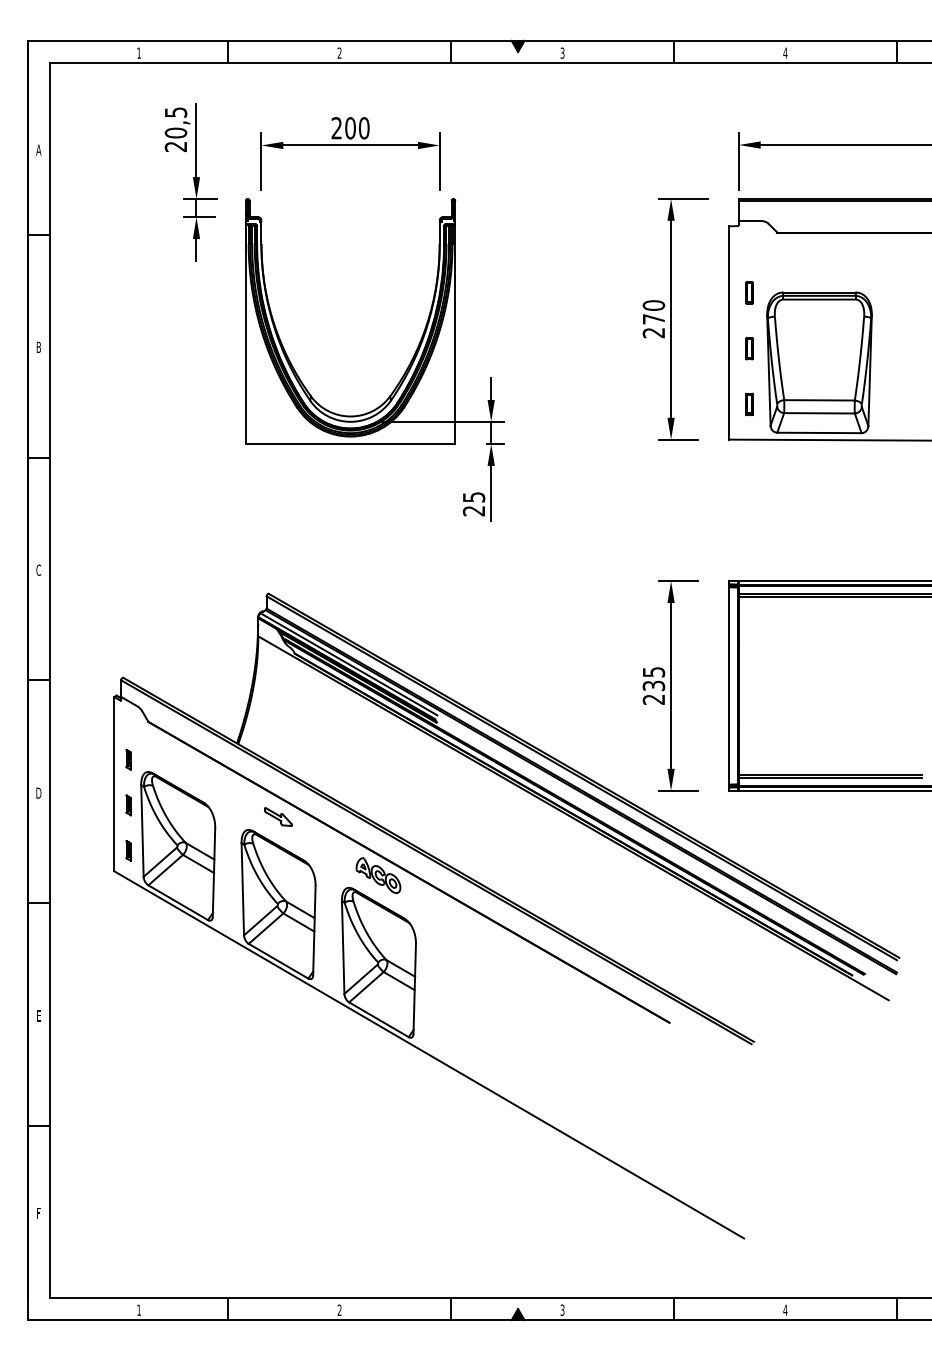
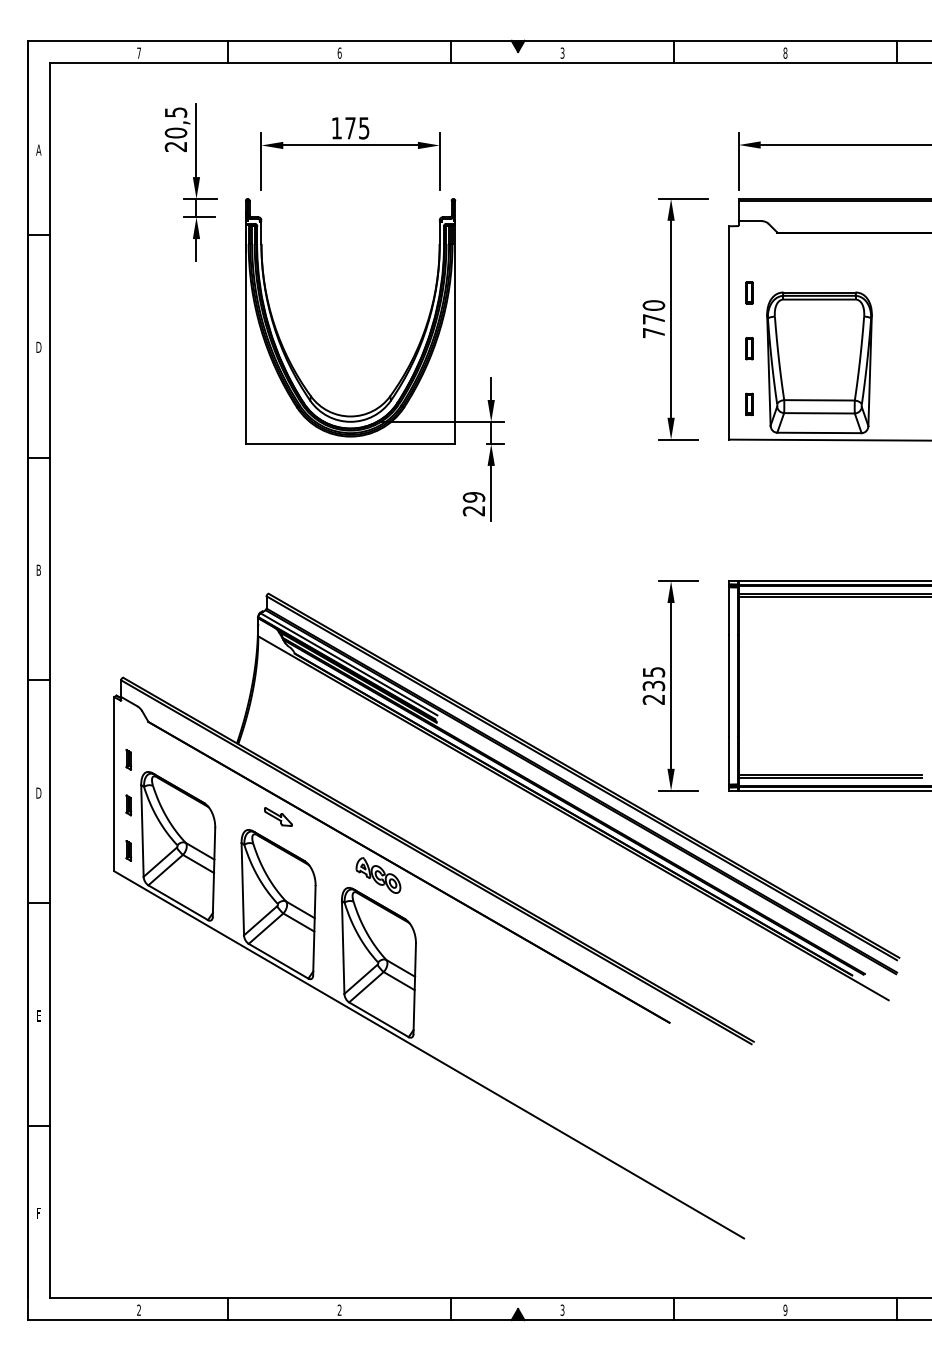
text at (138, 52): 1 -> 7
text at (339, 52): 2 -> 6
text at (785, 52): 4 -> 8
text at (350, 128): 200 -> 175
text at (653, 333): 270 -> 770
text at (38, 347): B -> D
text at (473, 497): 25 -> 29
text at (38, 569): C -> B
text at (138, 1309): 1 -> 2
text at (785, 1309): 4 -> 9
